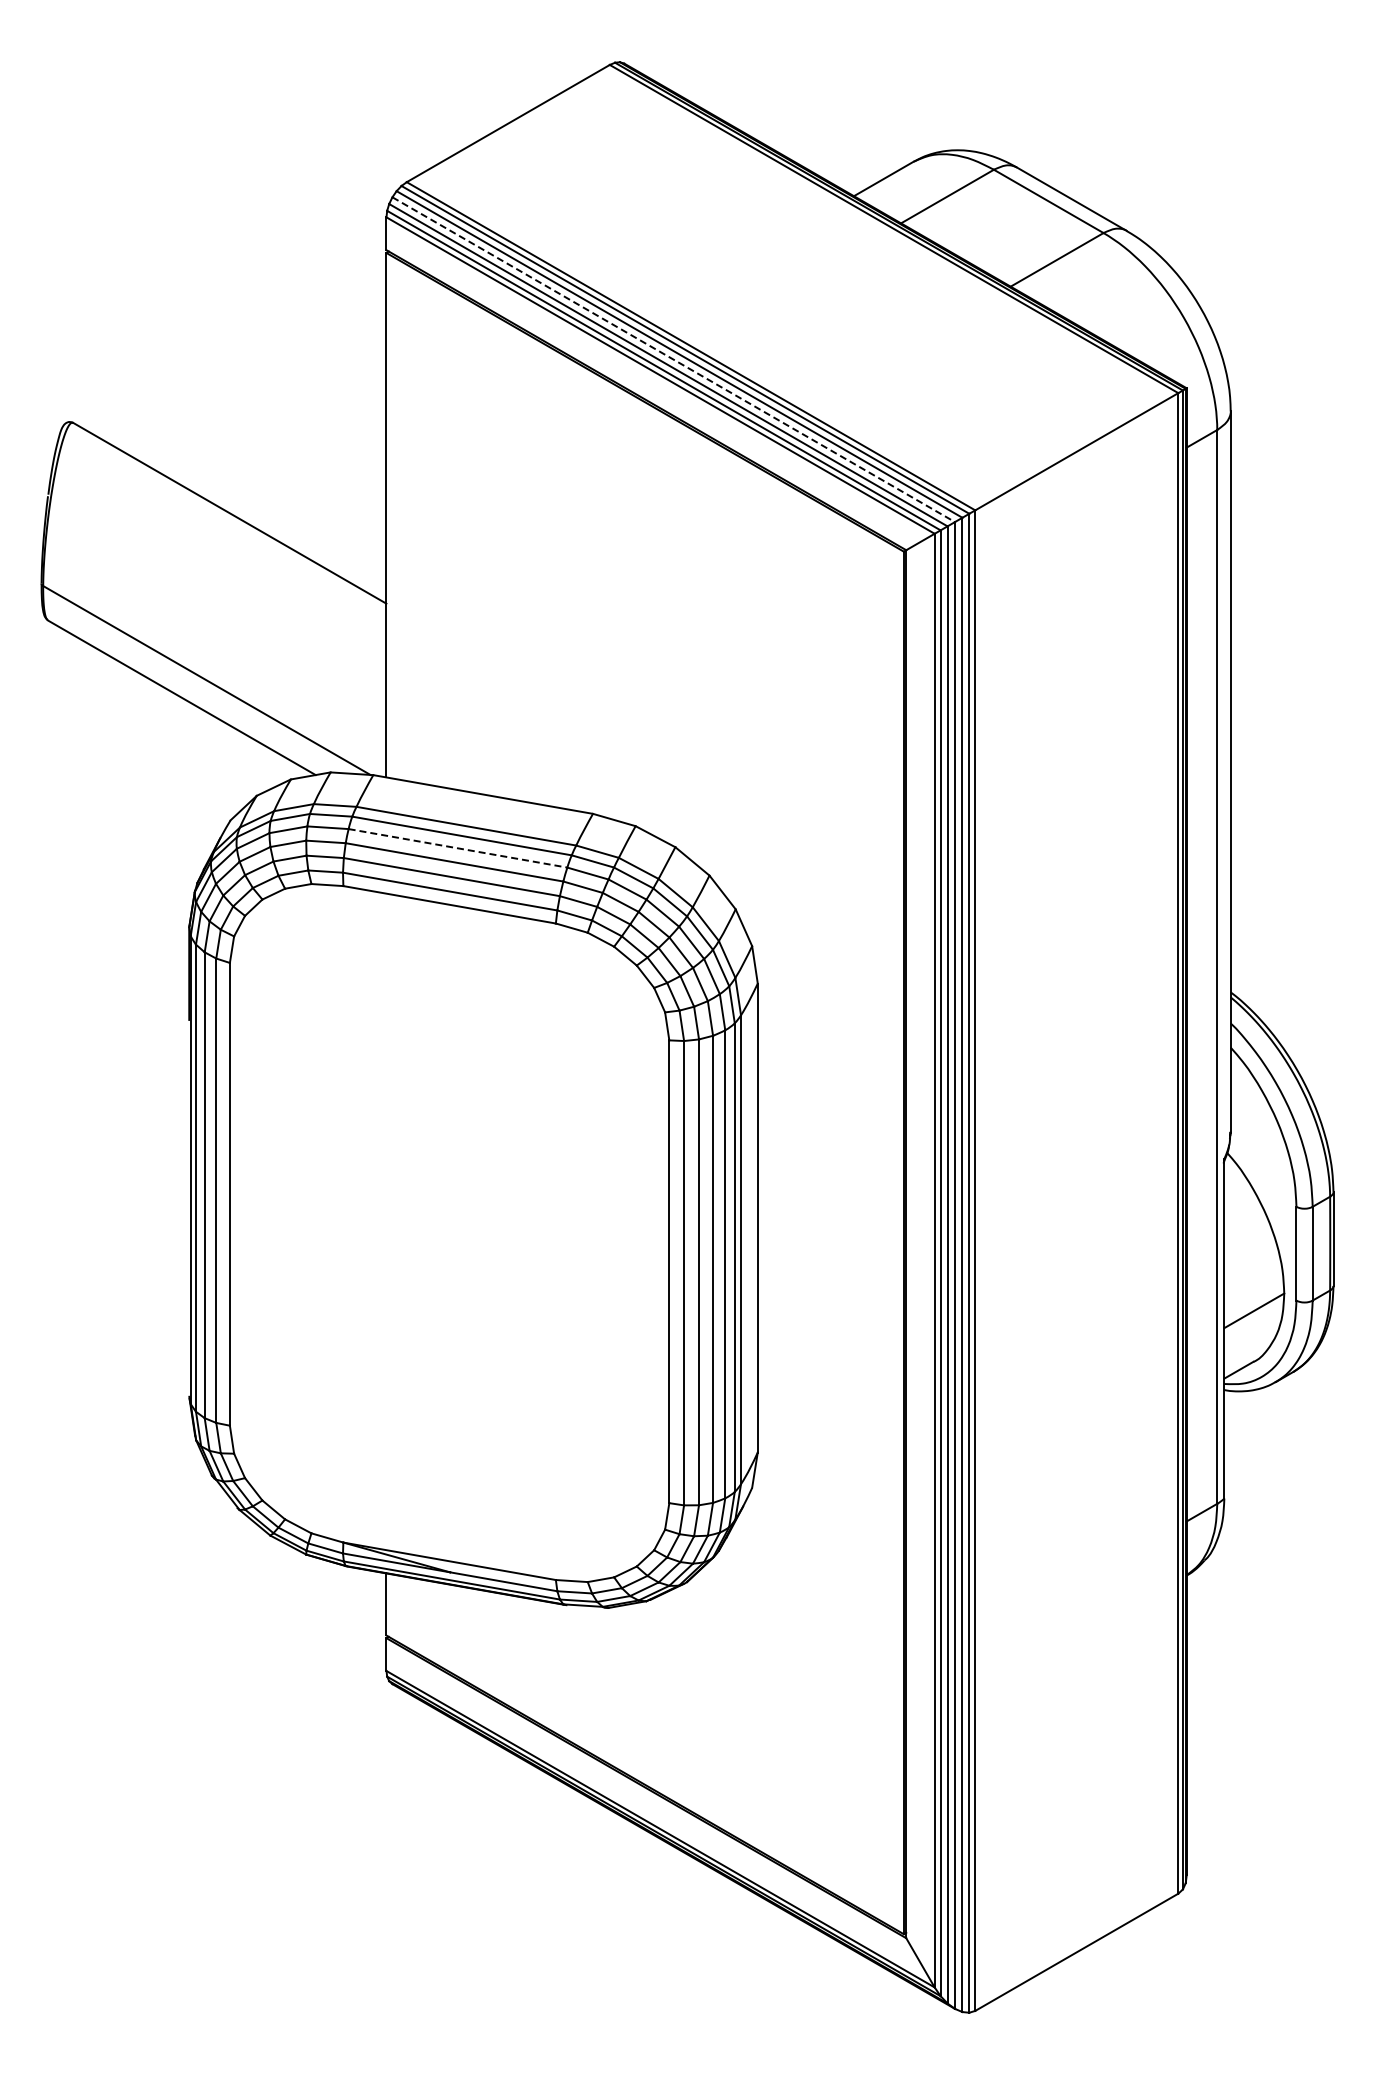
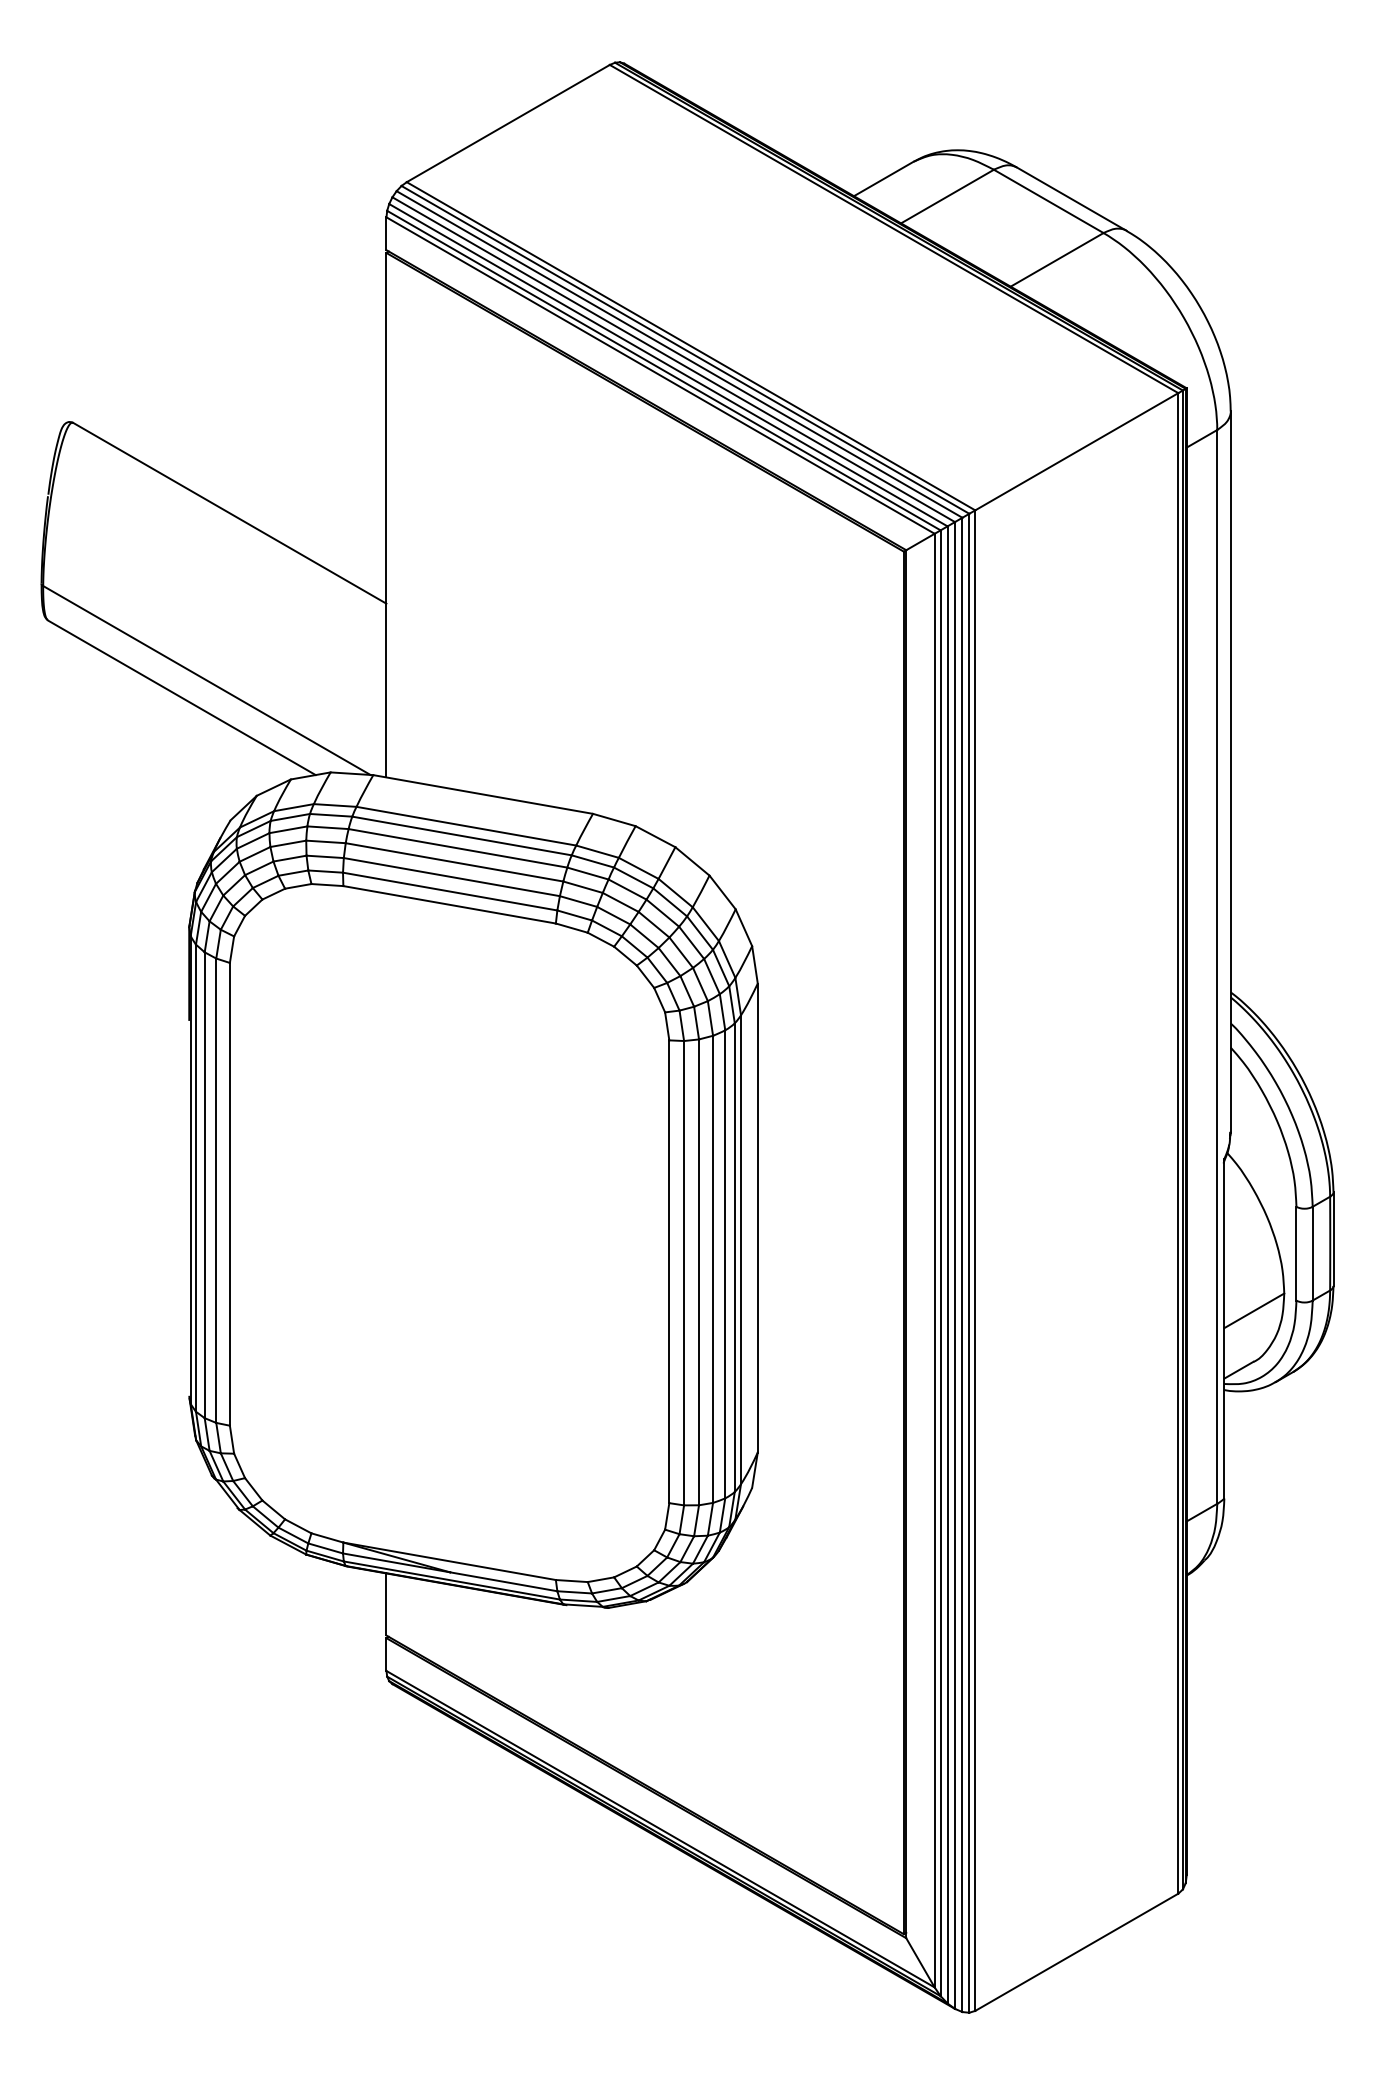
line at (673, 359): dashed -> solid
line at (458, 848): dashed -> solid
